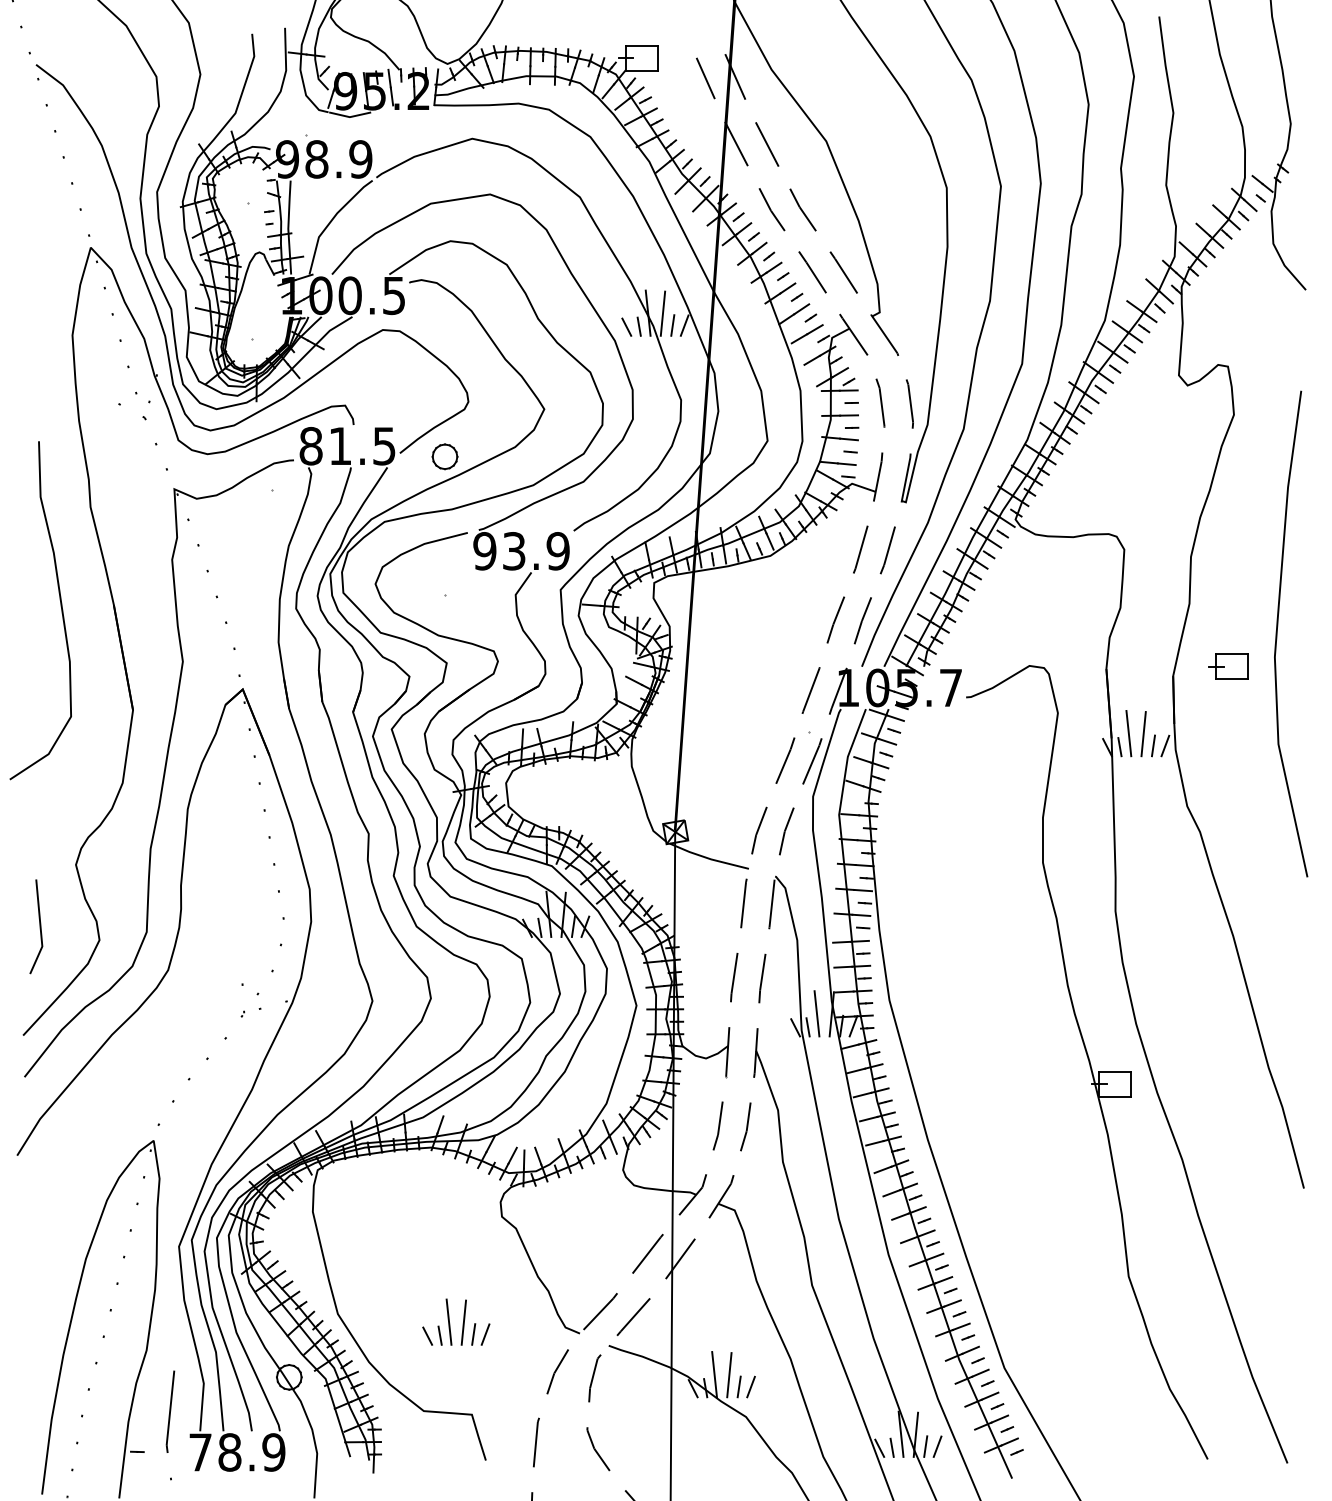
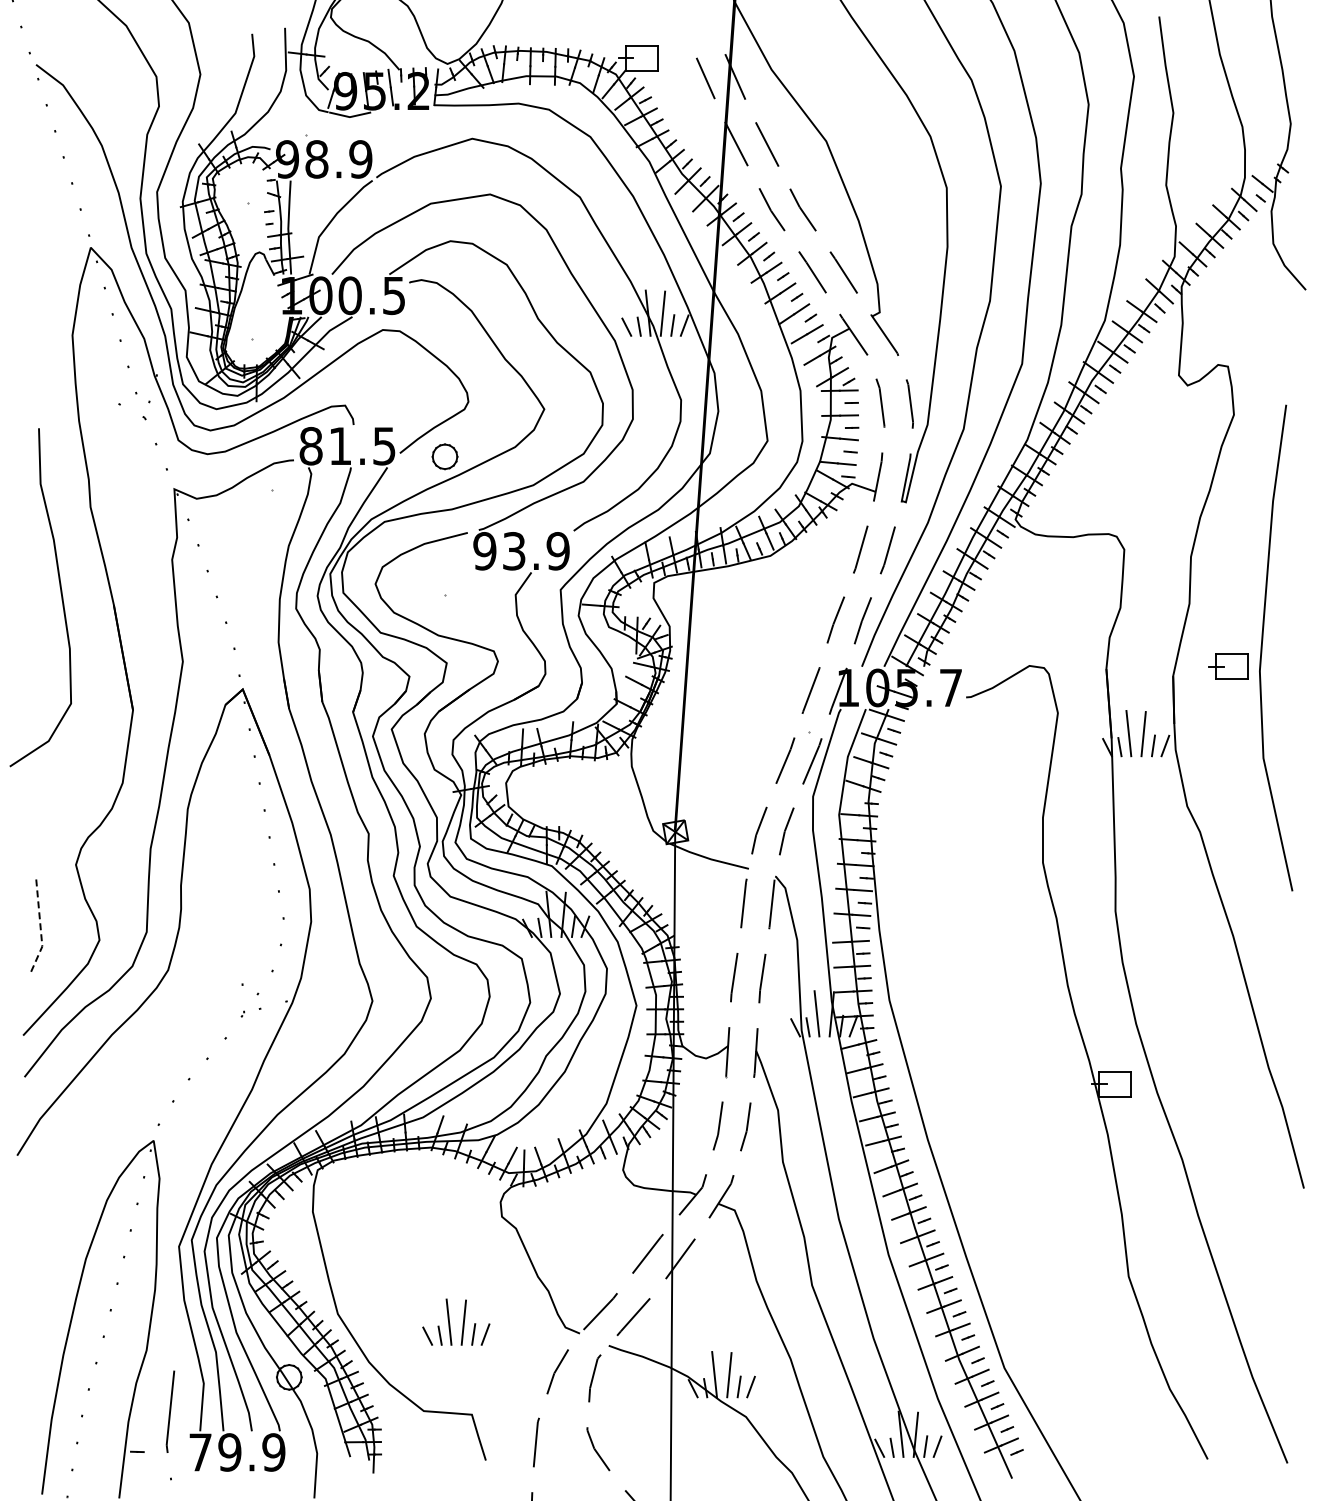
curve at (60, 606) position: (60, 606) -> (60, 593)
curve at (1277, 633) position: (1277, 633) -> (1262, 647)
line at (40, 928): solid -> dashed
text at (229, 1452): 78.9 -> 79.9
